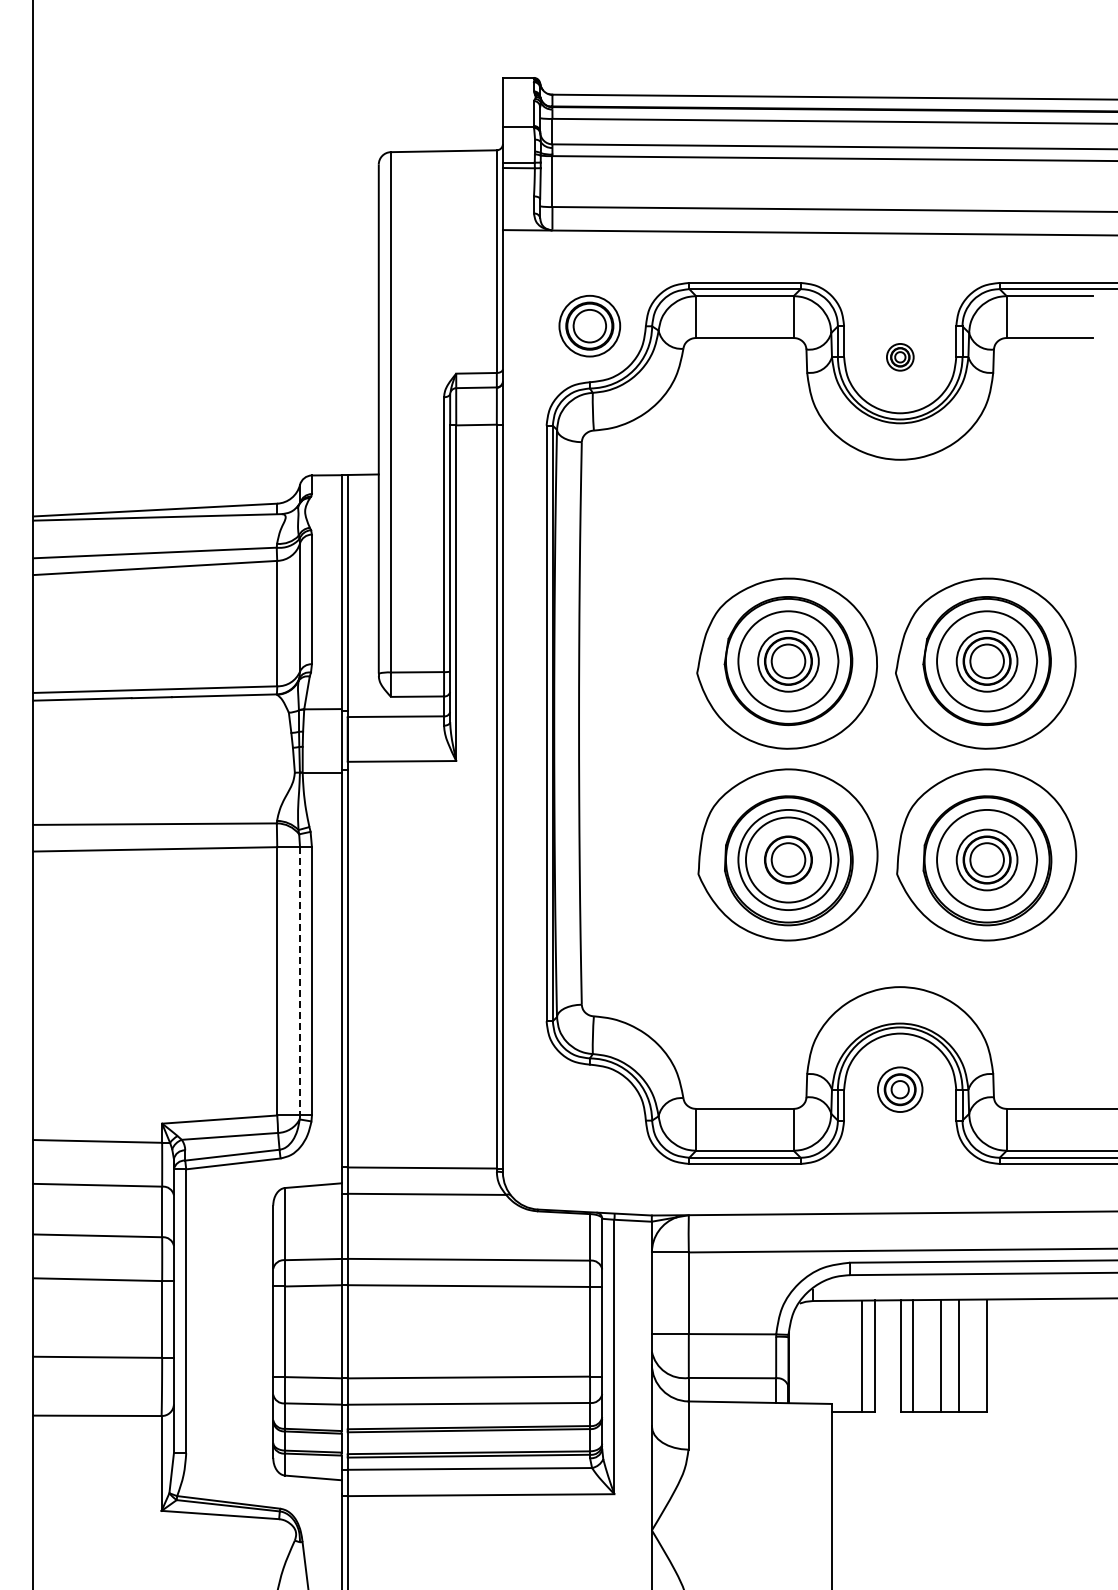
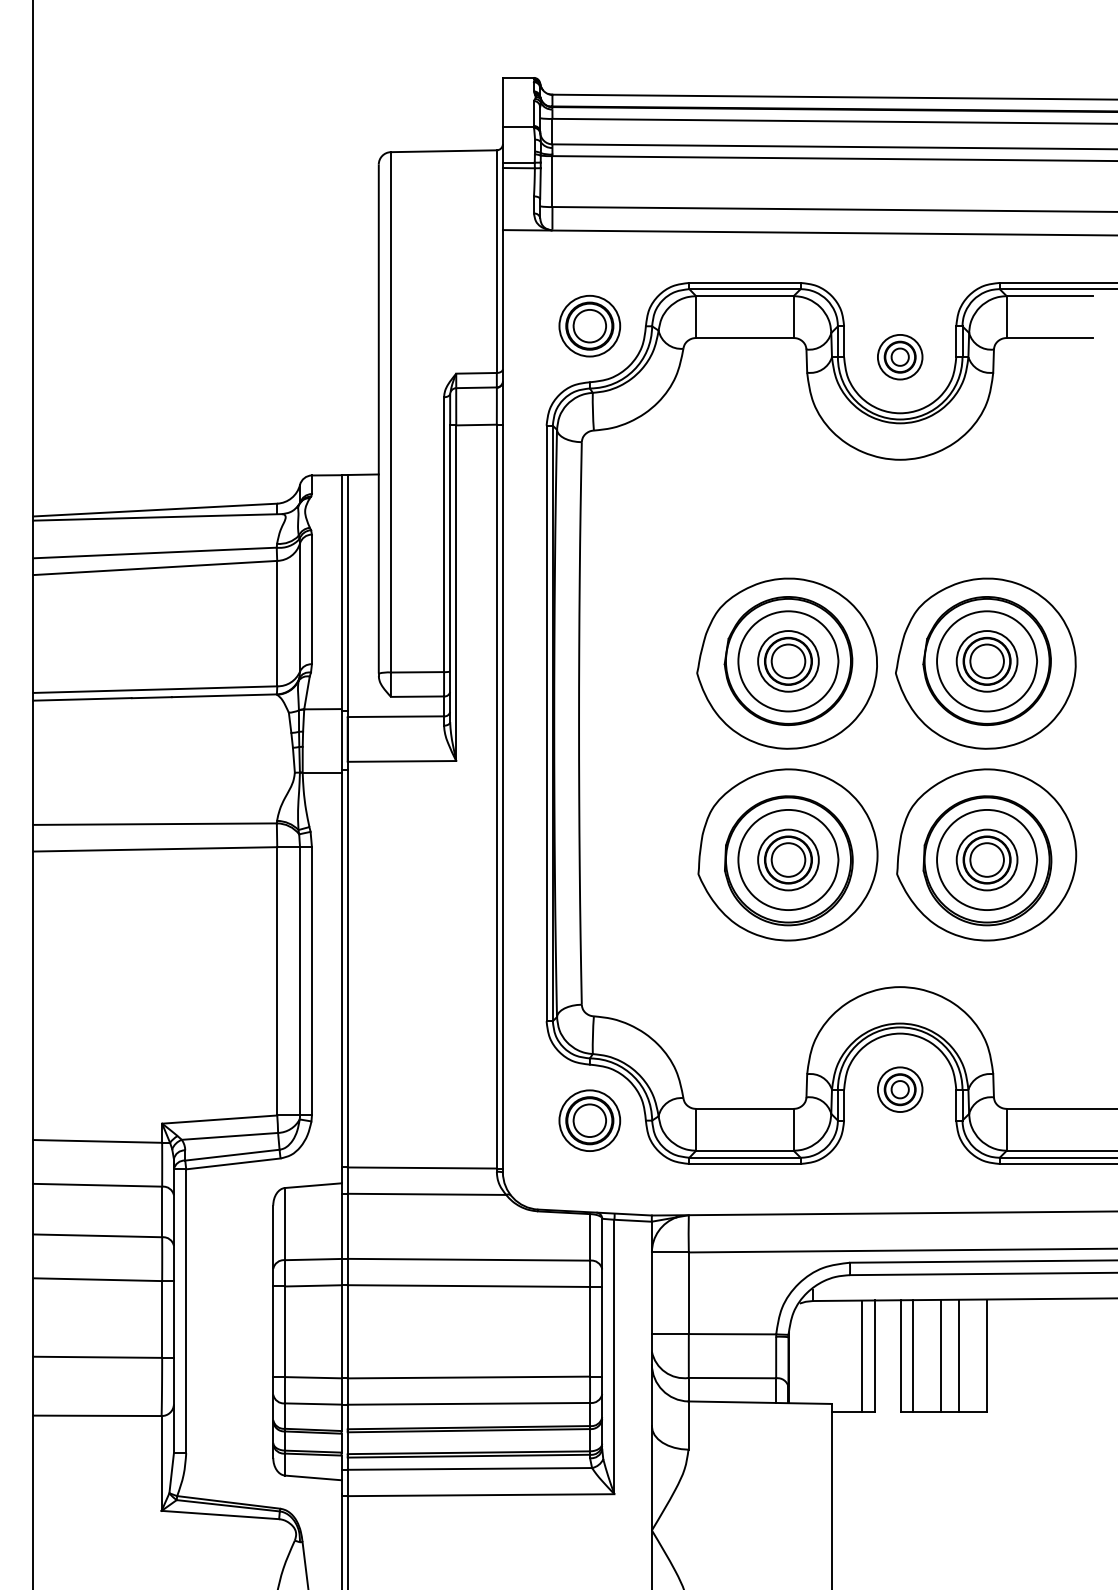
part at (900, 357) size: 29x29 px -> 47x47 px
circle at (787, 859) diameter: 85 px -> 61 px
line at (300, 981): dashed -> solid
part at (589, 1120): none -> present
